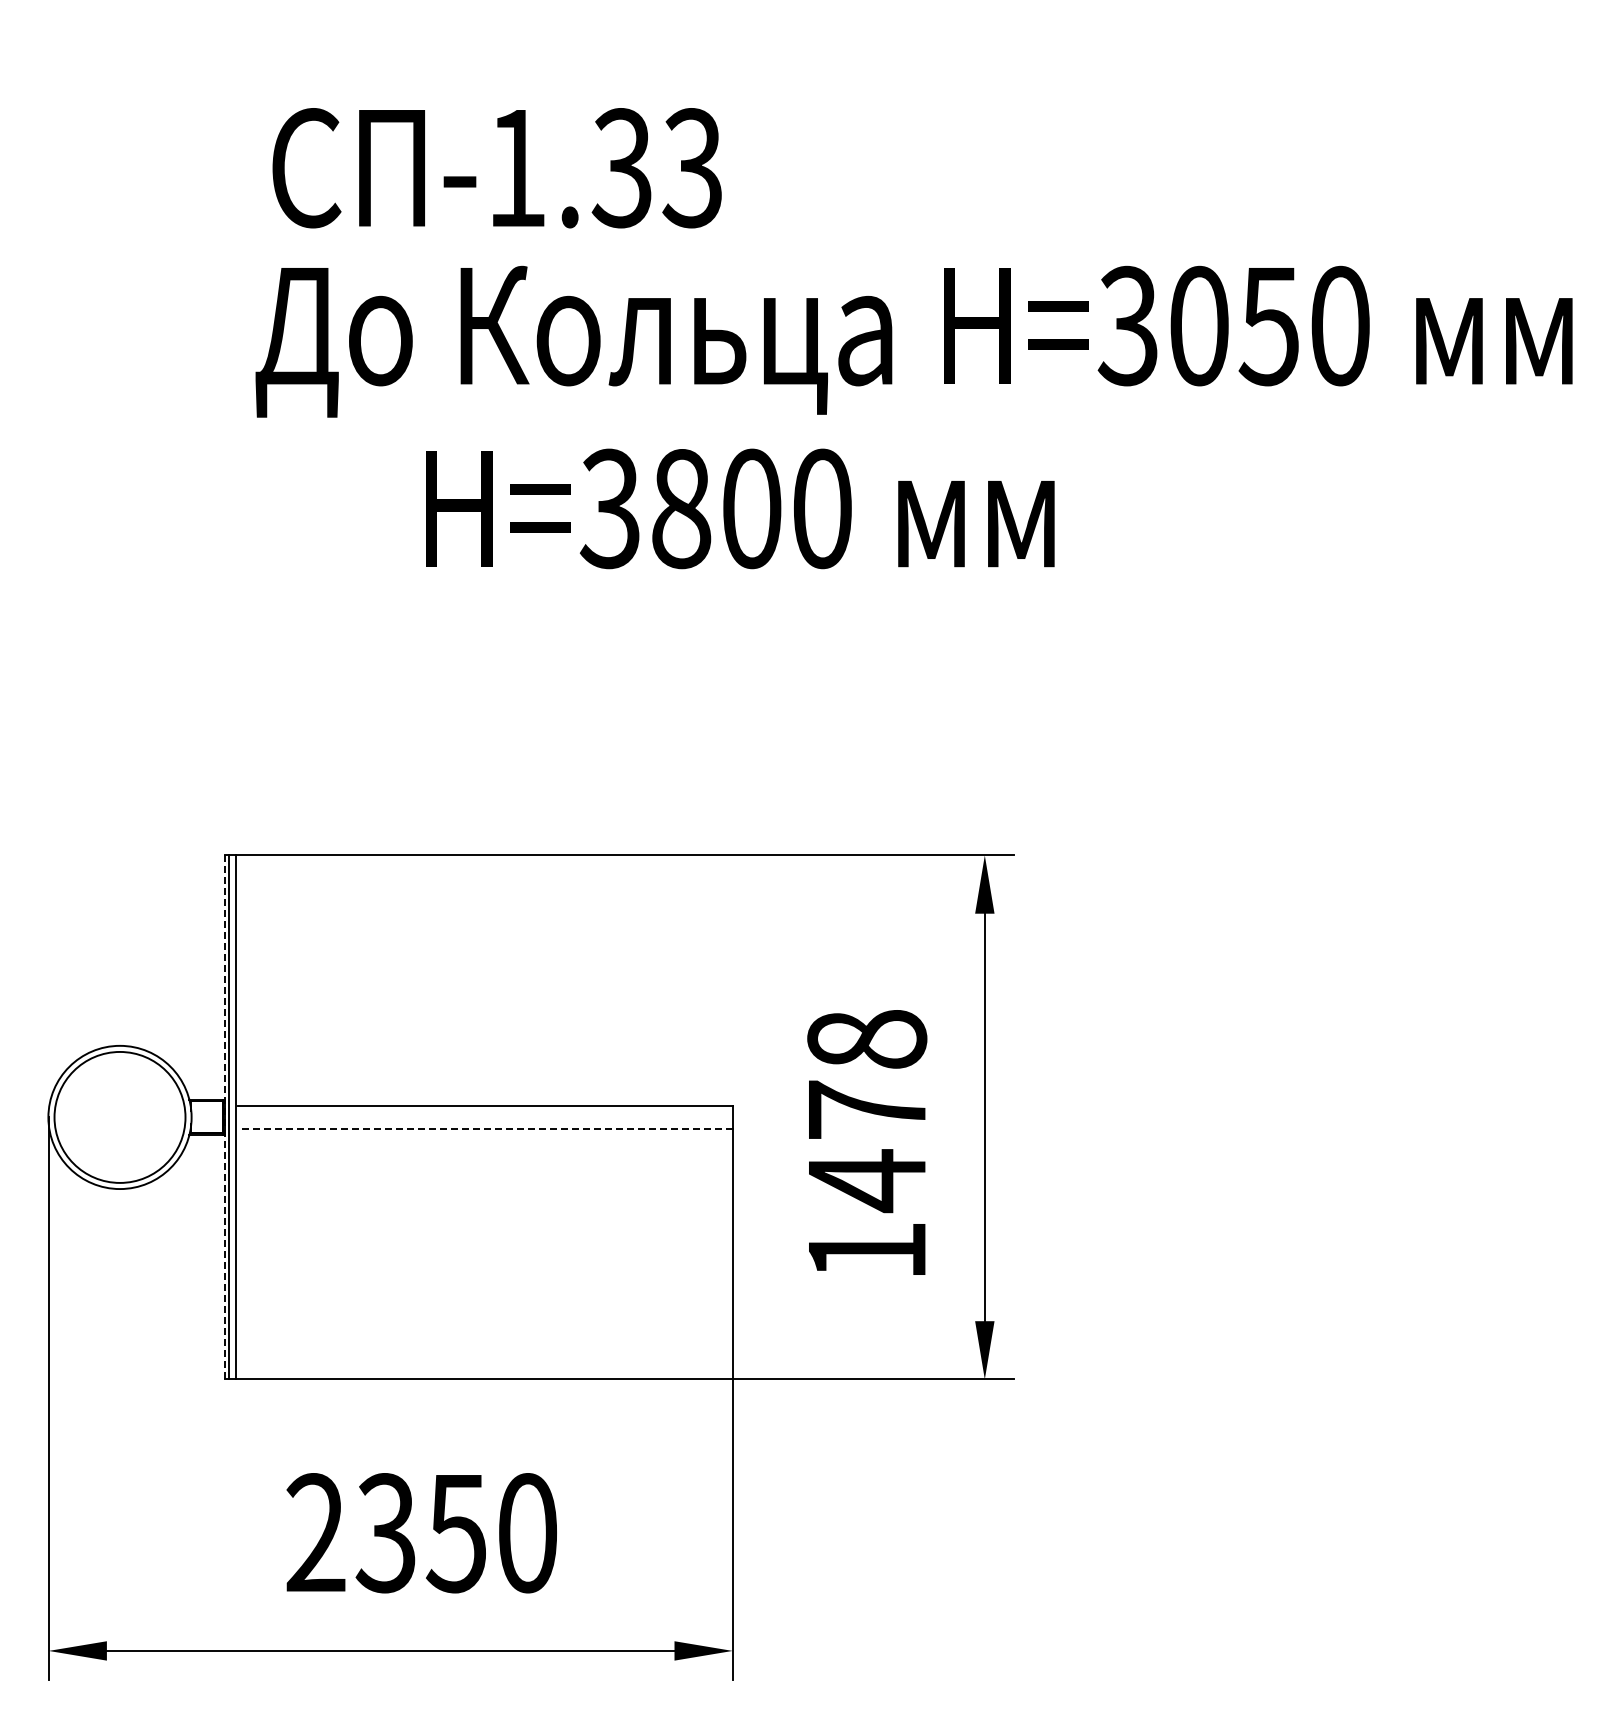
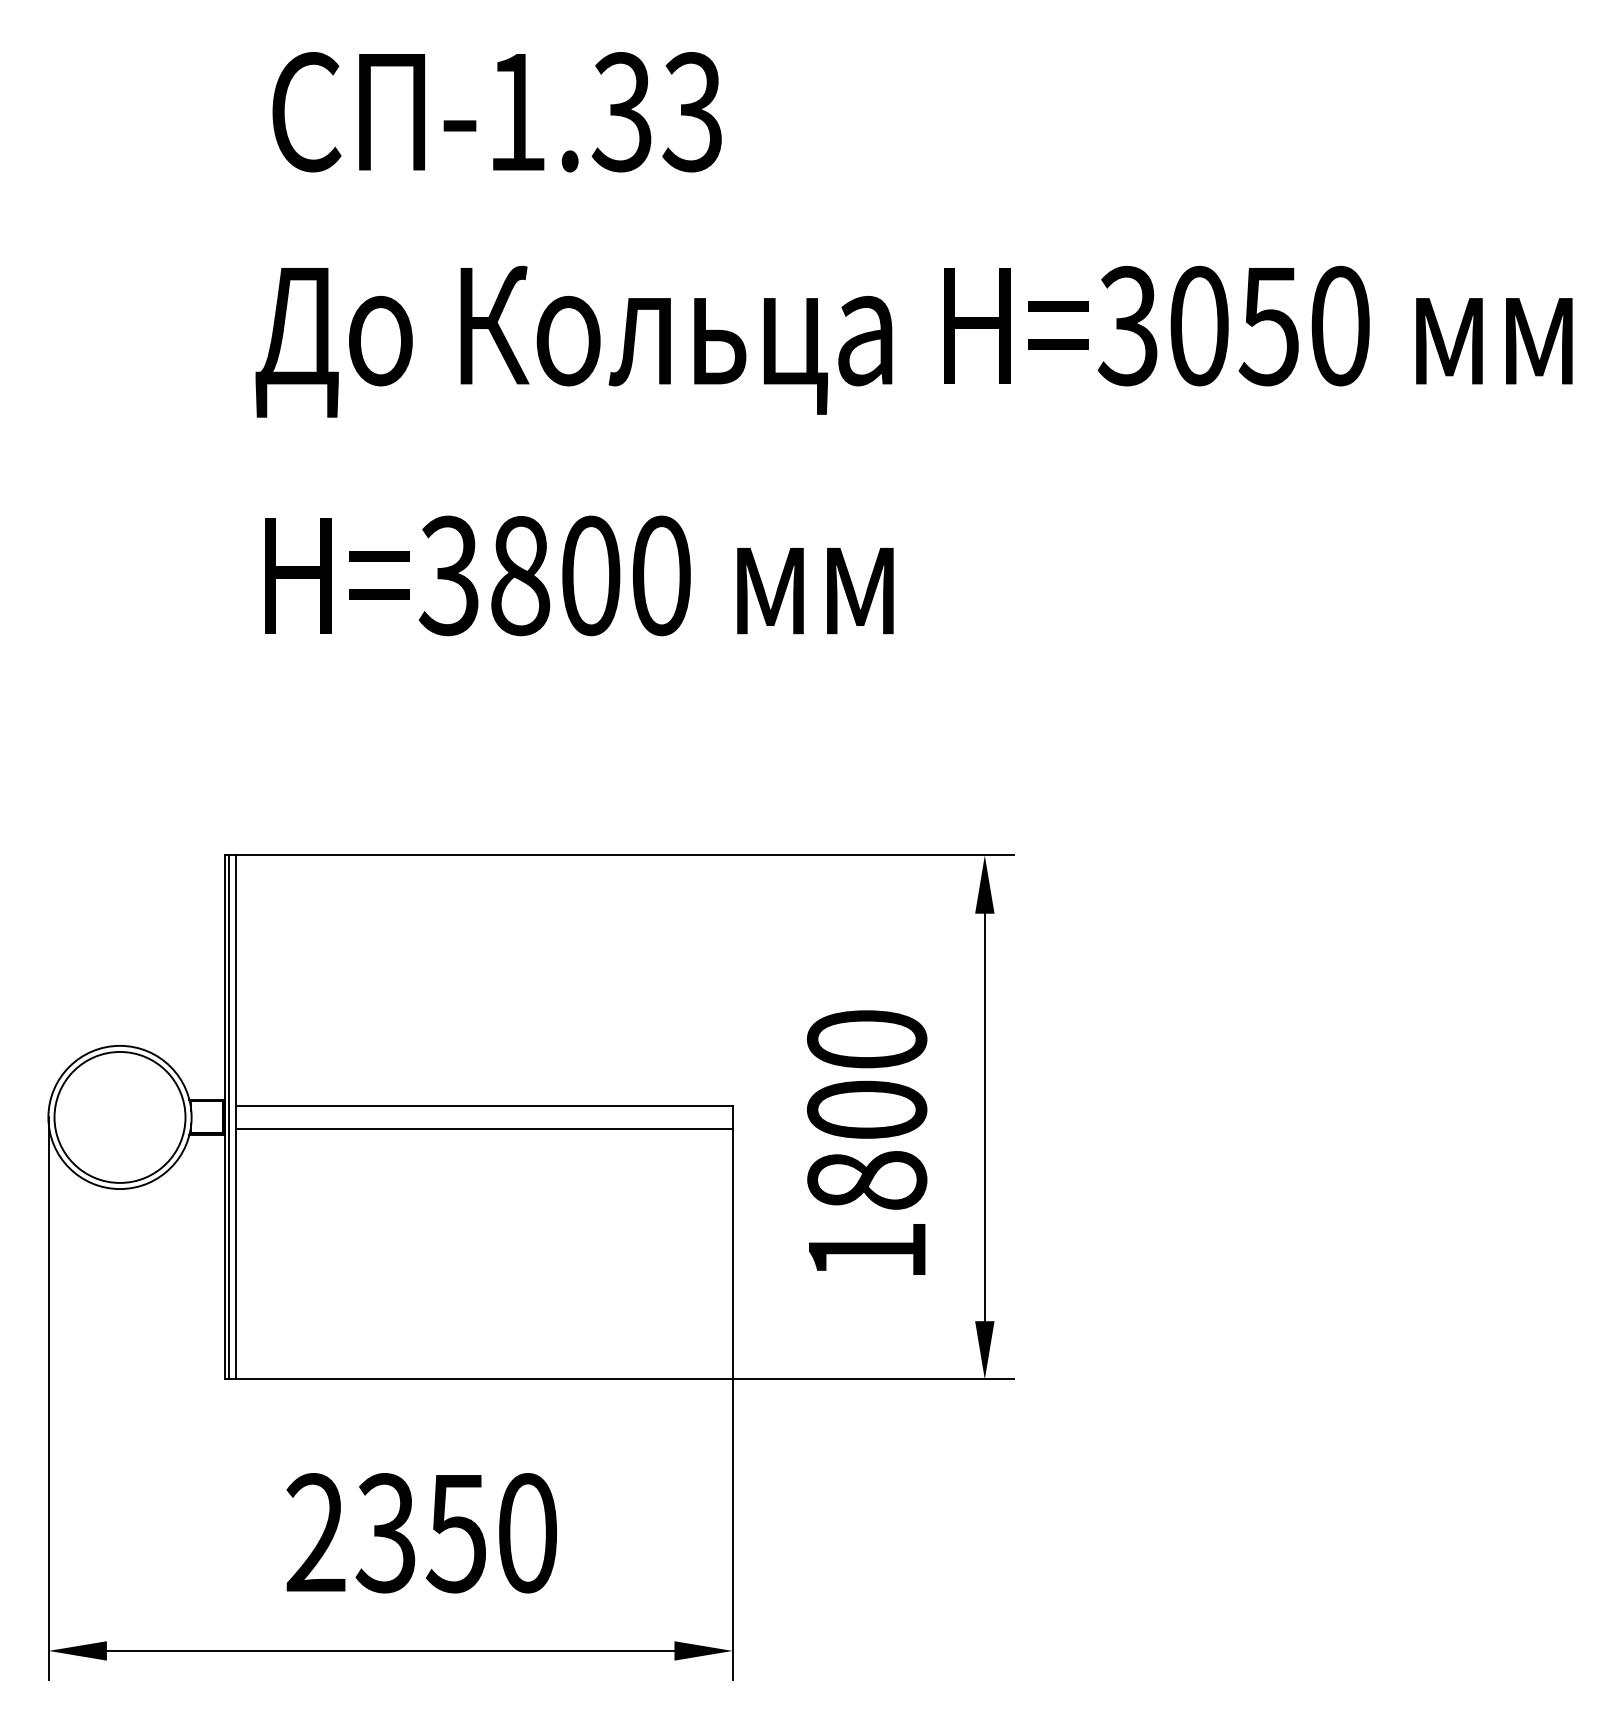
text at (496, 168) position: (496, 168) -> (496, 112)
text at (740, 508) position: (740, 508) -> (579, 575)
text at (867, 1111): 1478 -> 1800
line at (224, 1117): dashed -> solid
line at (484, 1129): dashed -> solid
